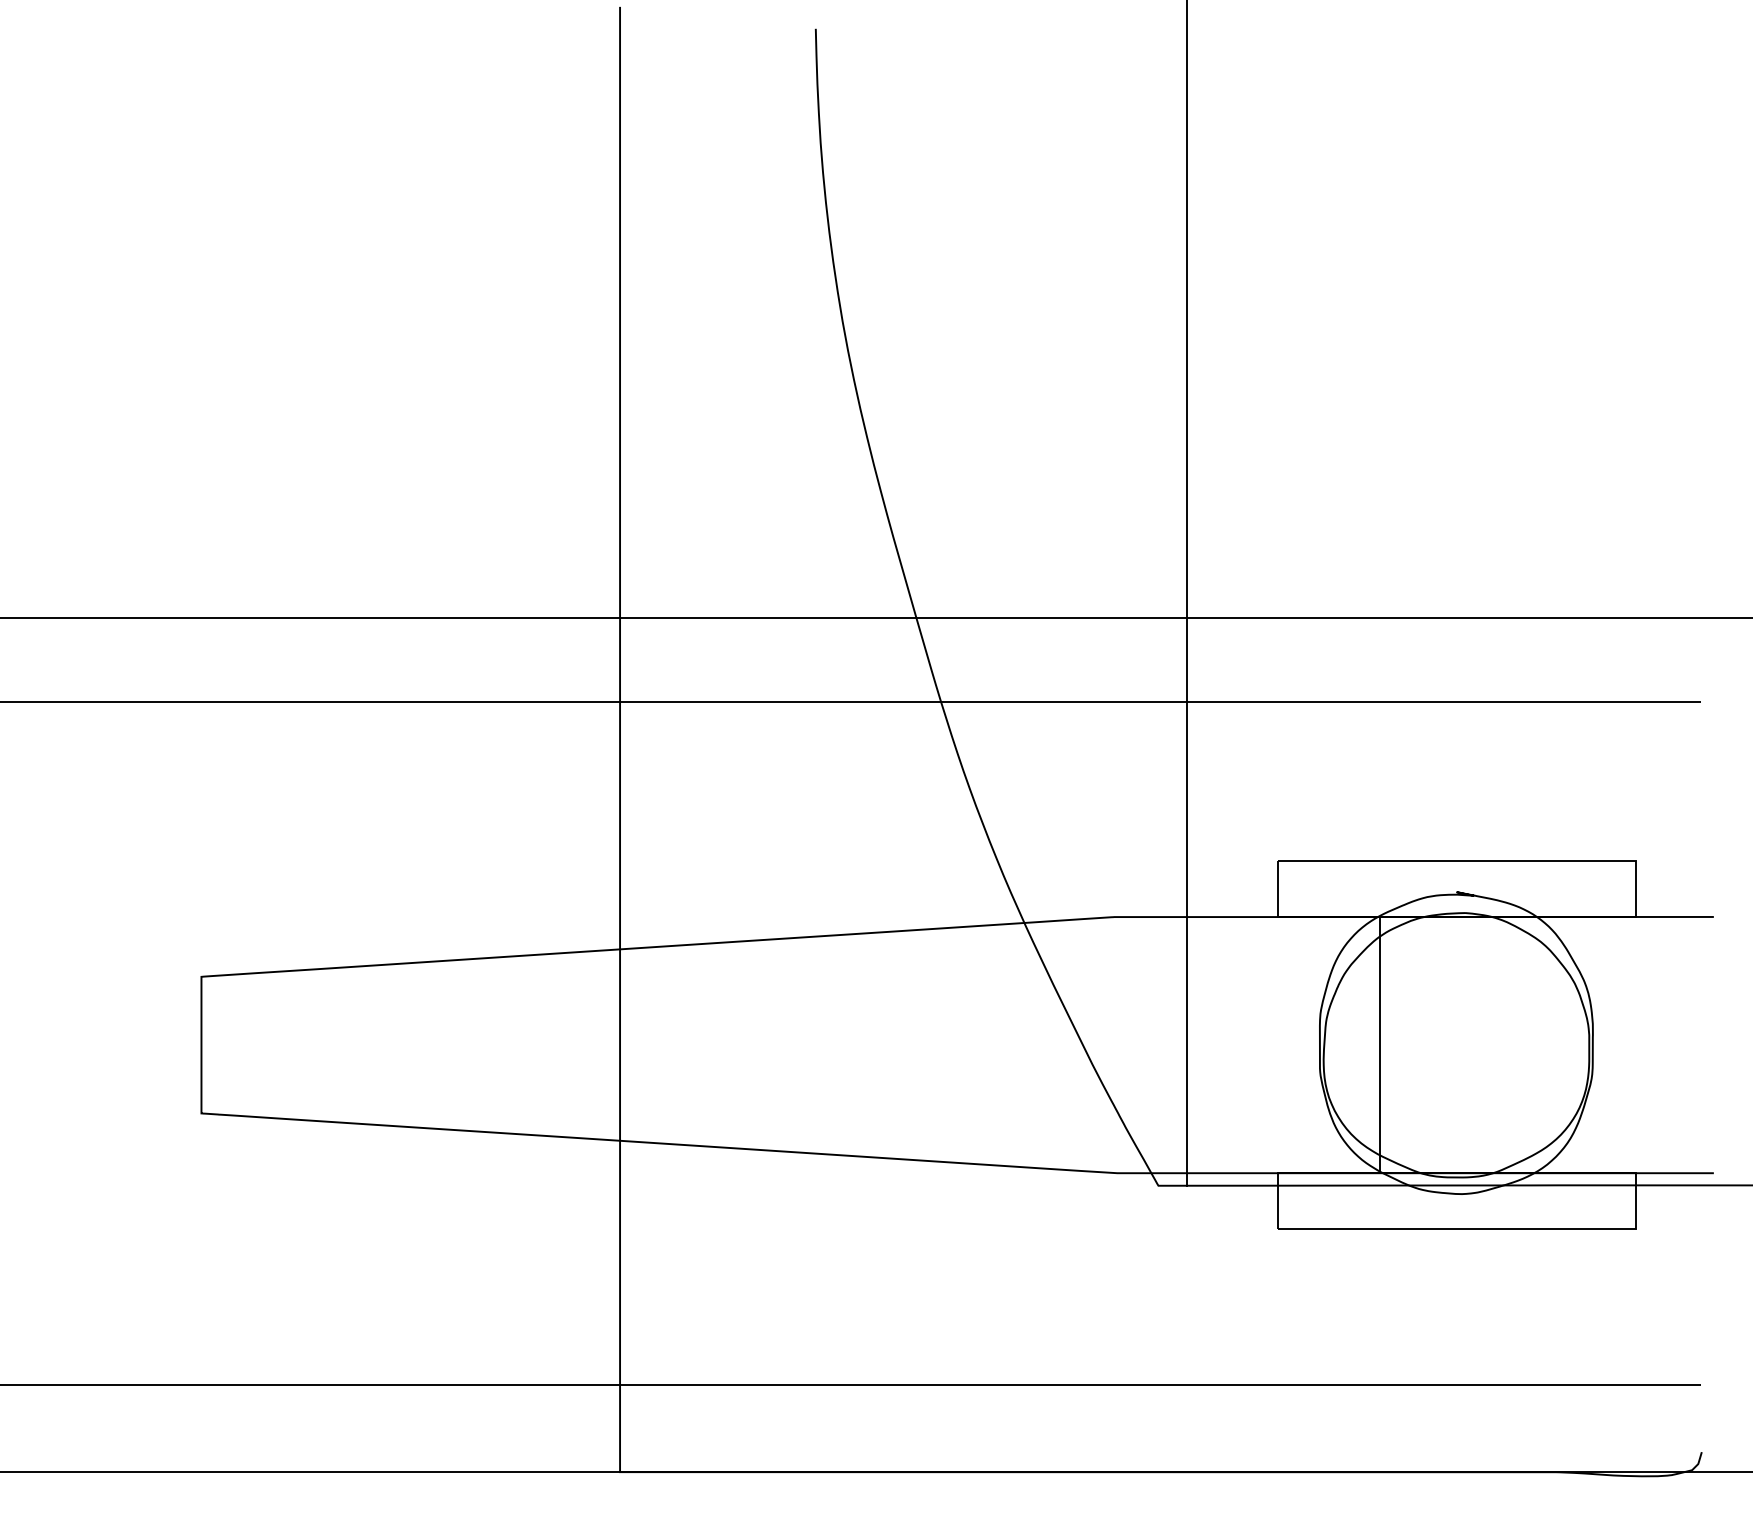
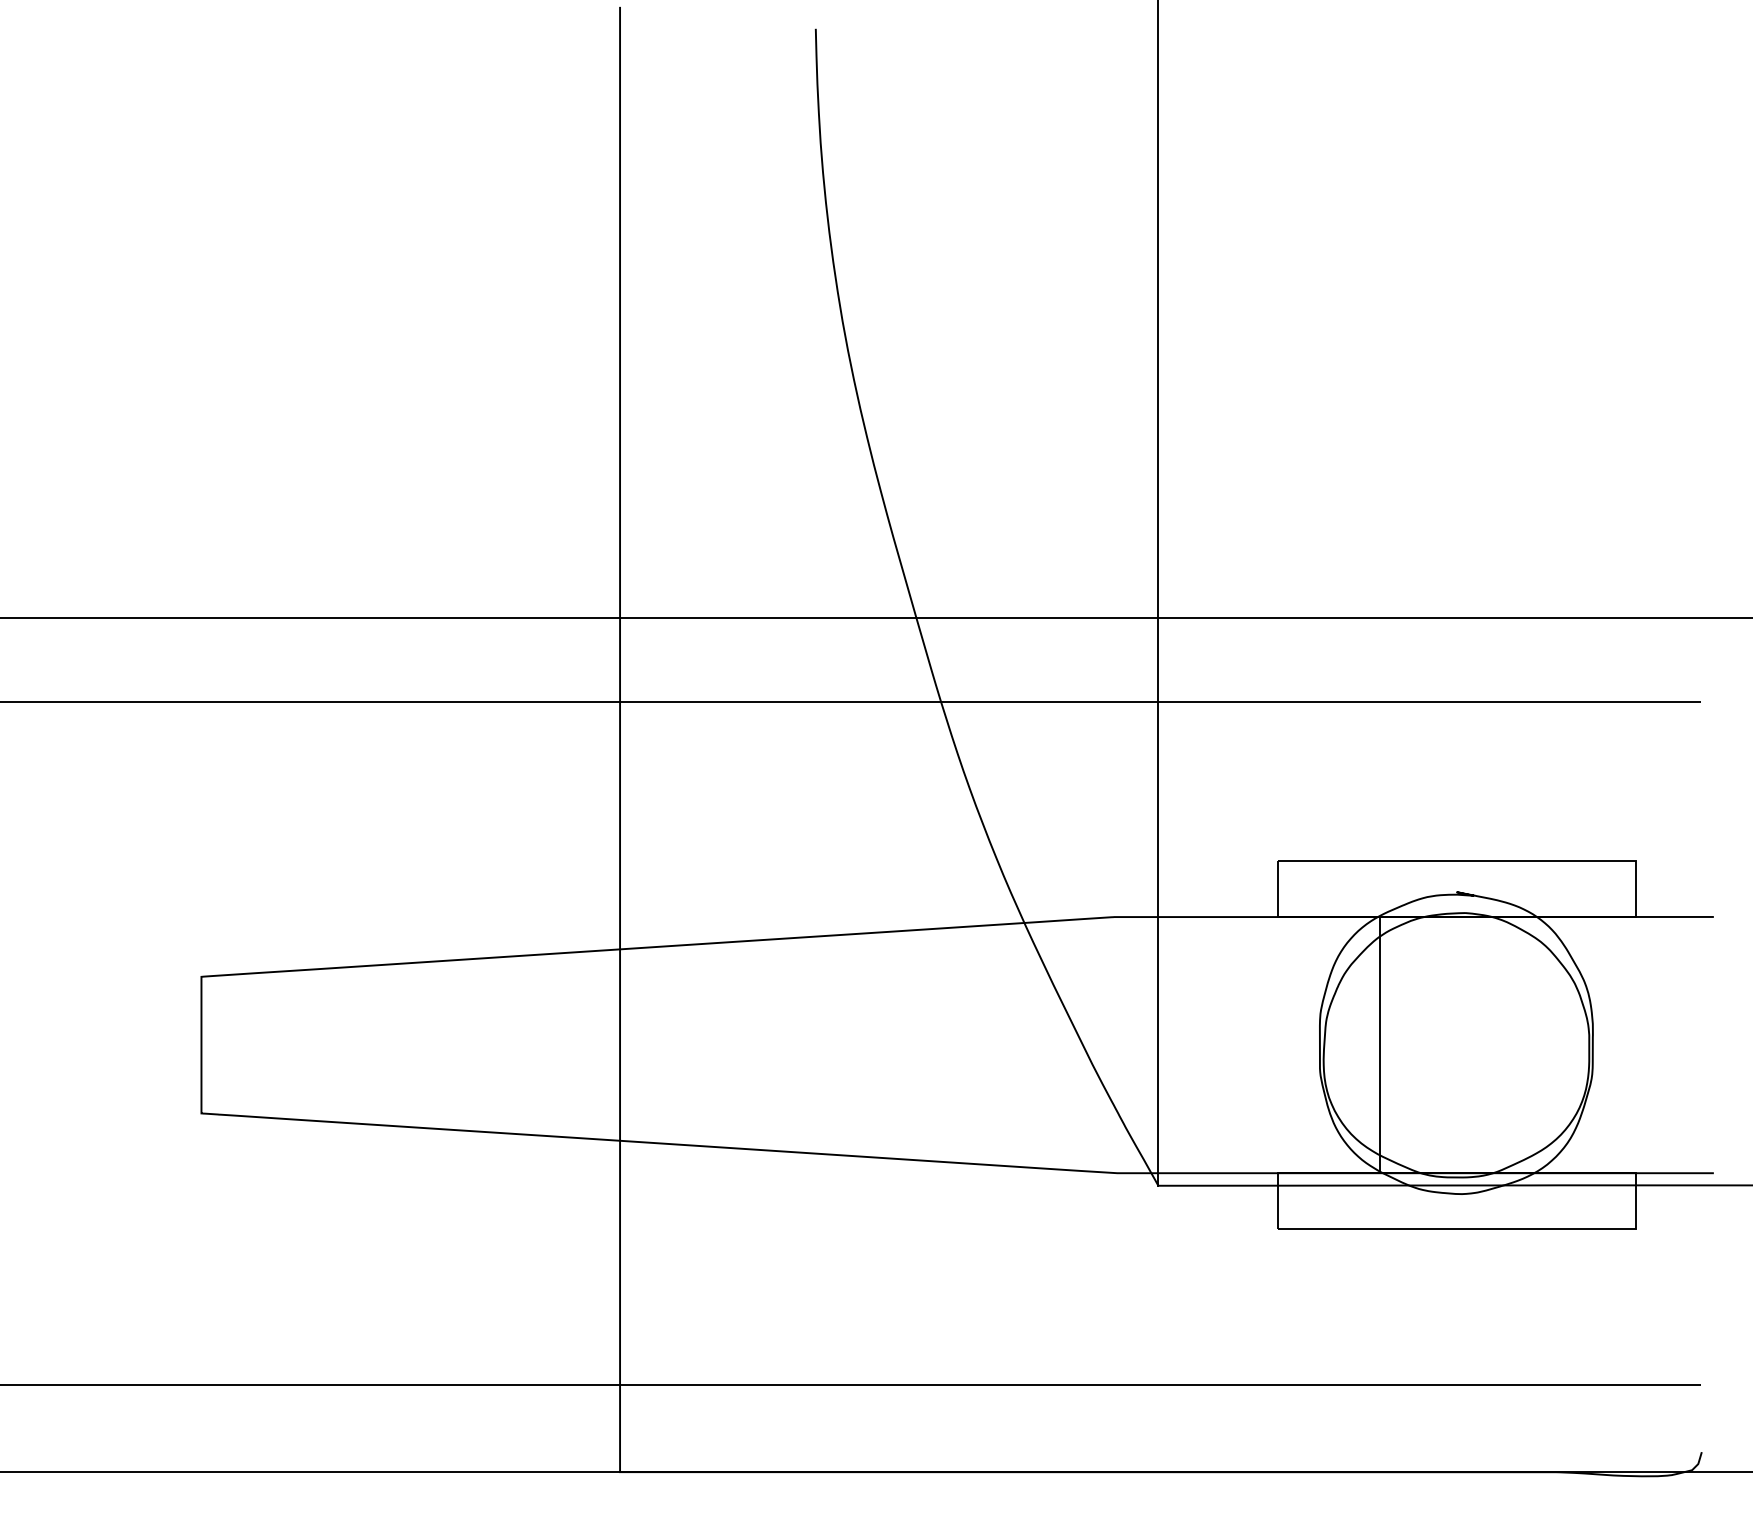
line at (1187, 593) position: (1187, 593) -> (1158, 593)
